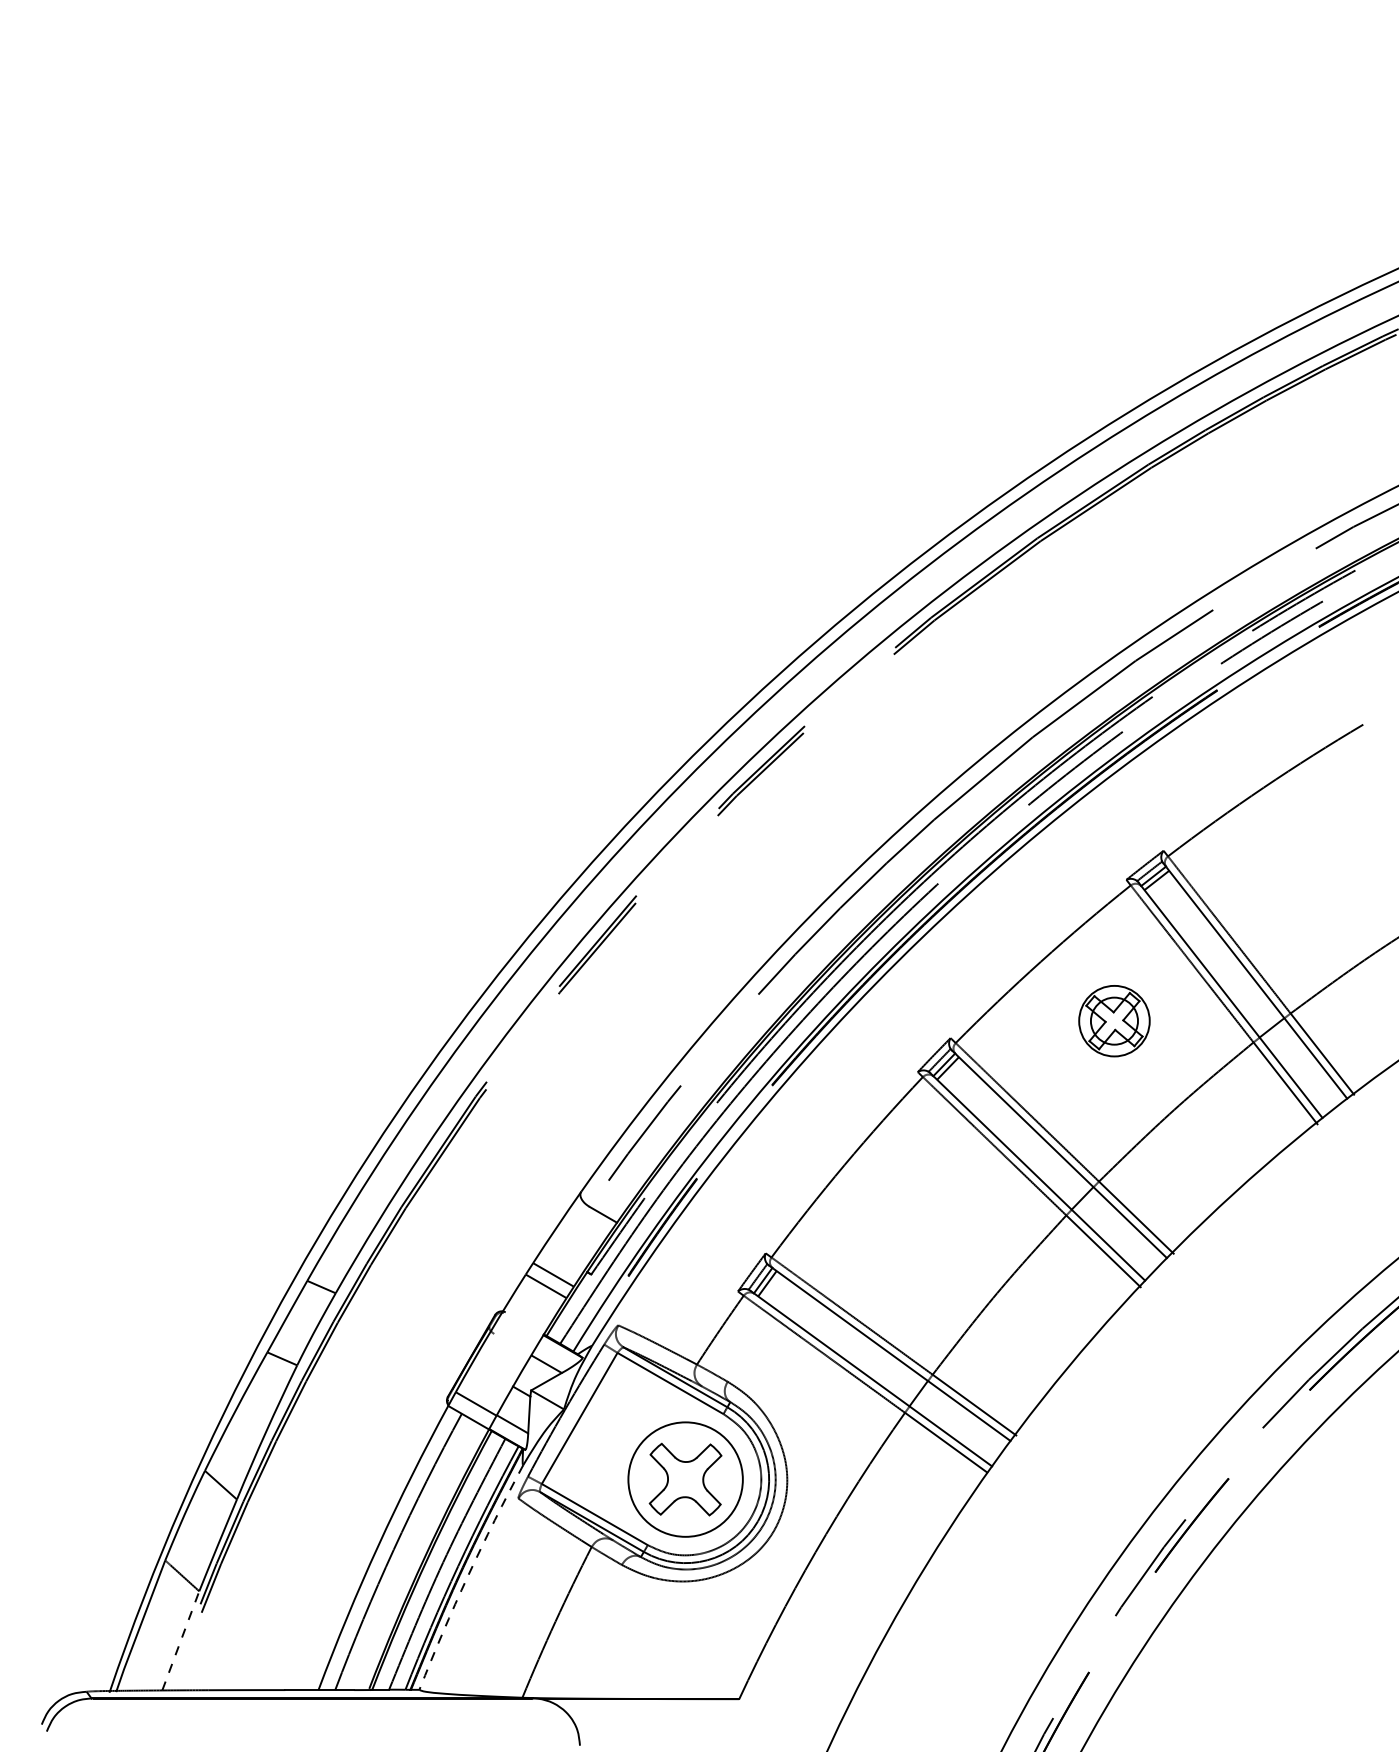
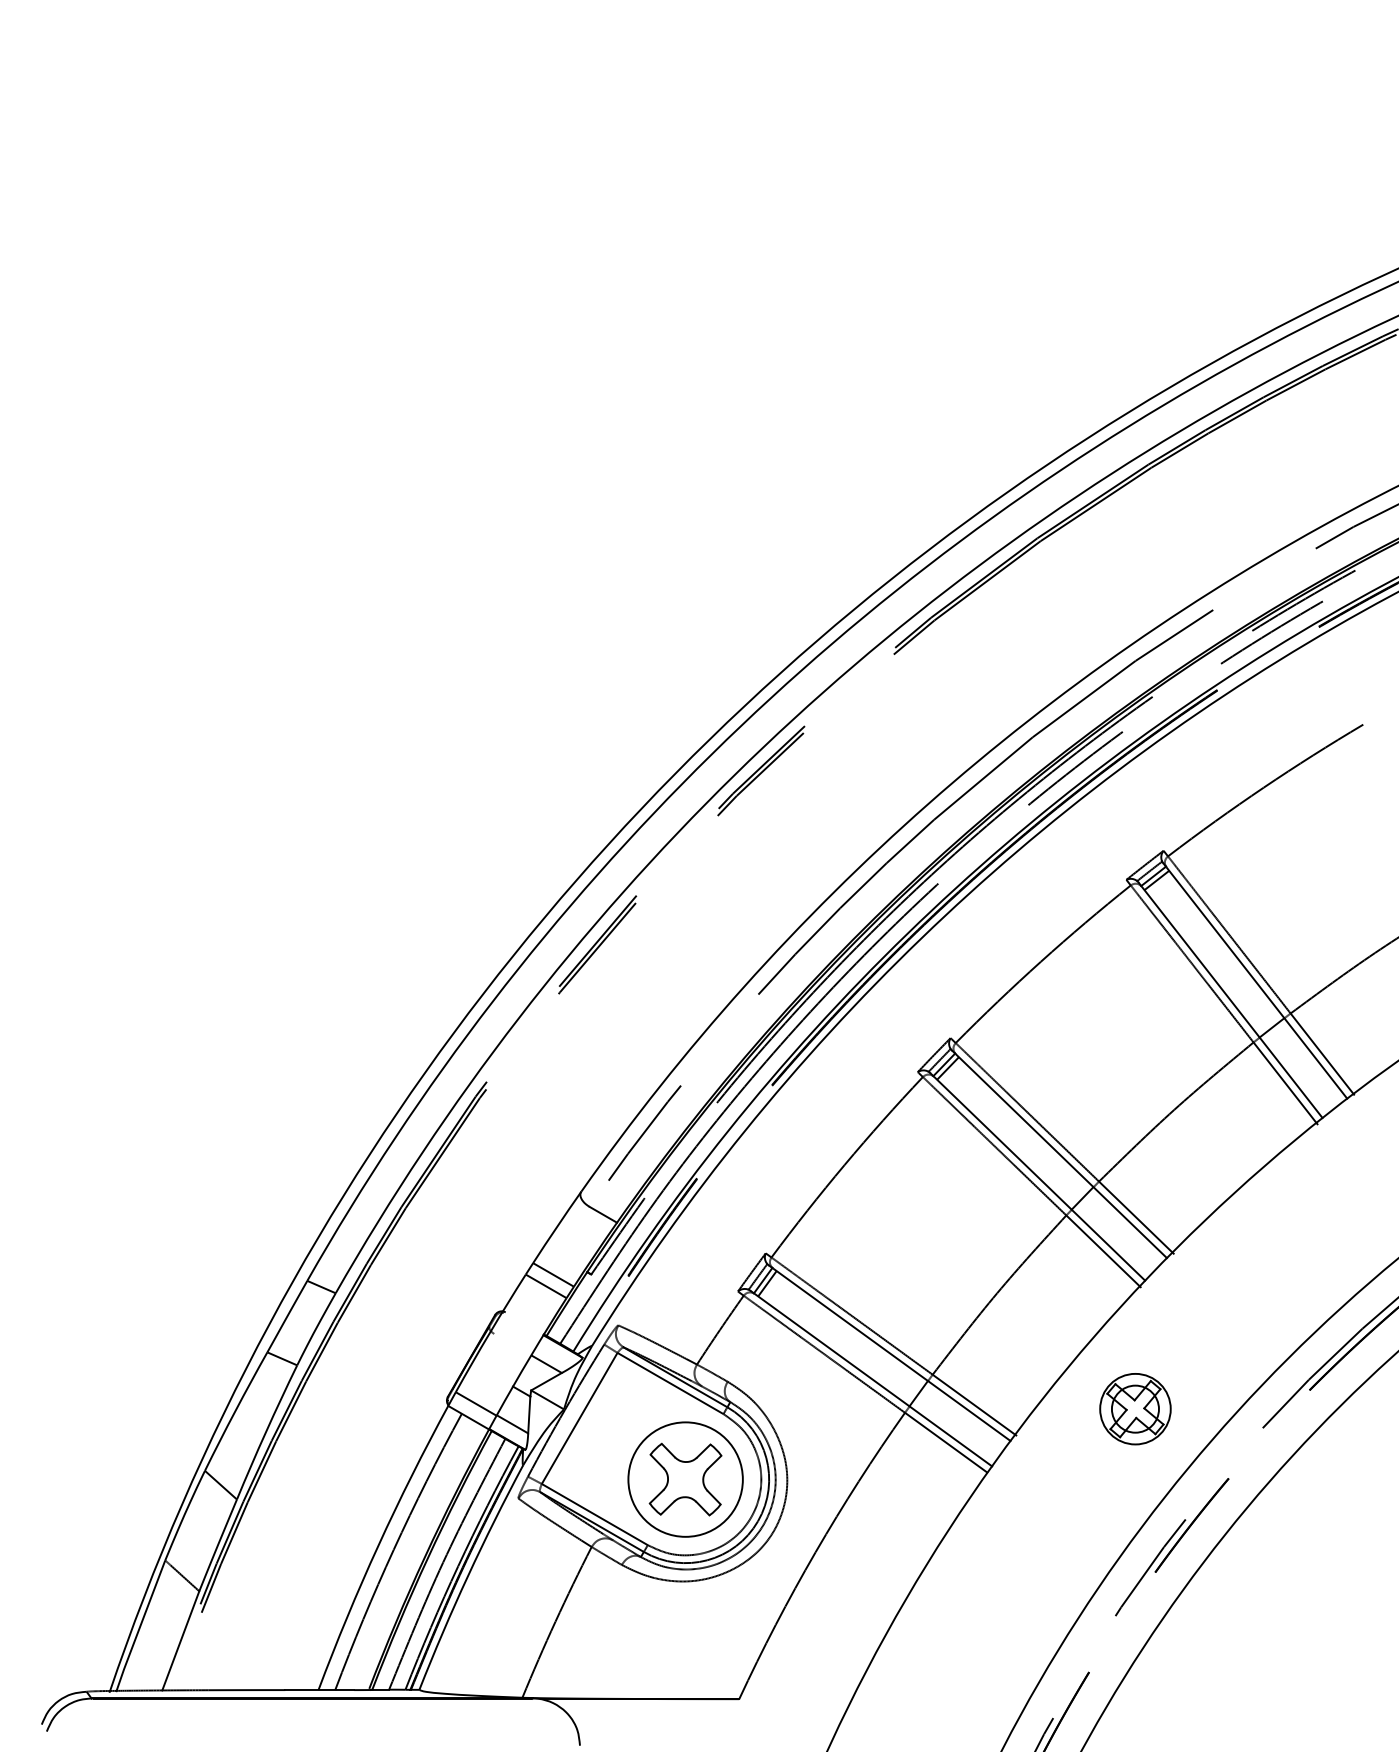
part at (1114, 1021) position: (1114, 1021) -> (1135, 1409)
arc at (468, 1576): dashed -> solid
line at (180, 1640): dashed -> solid
